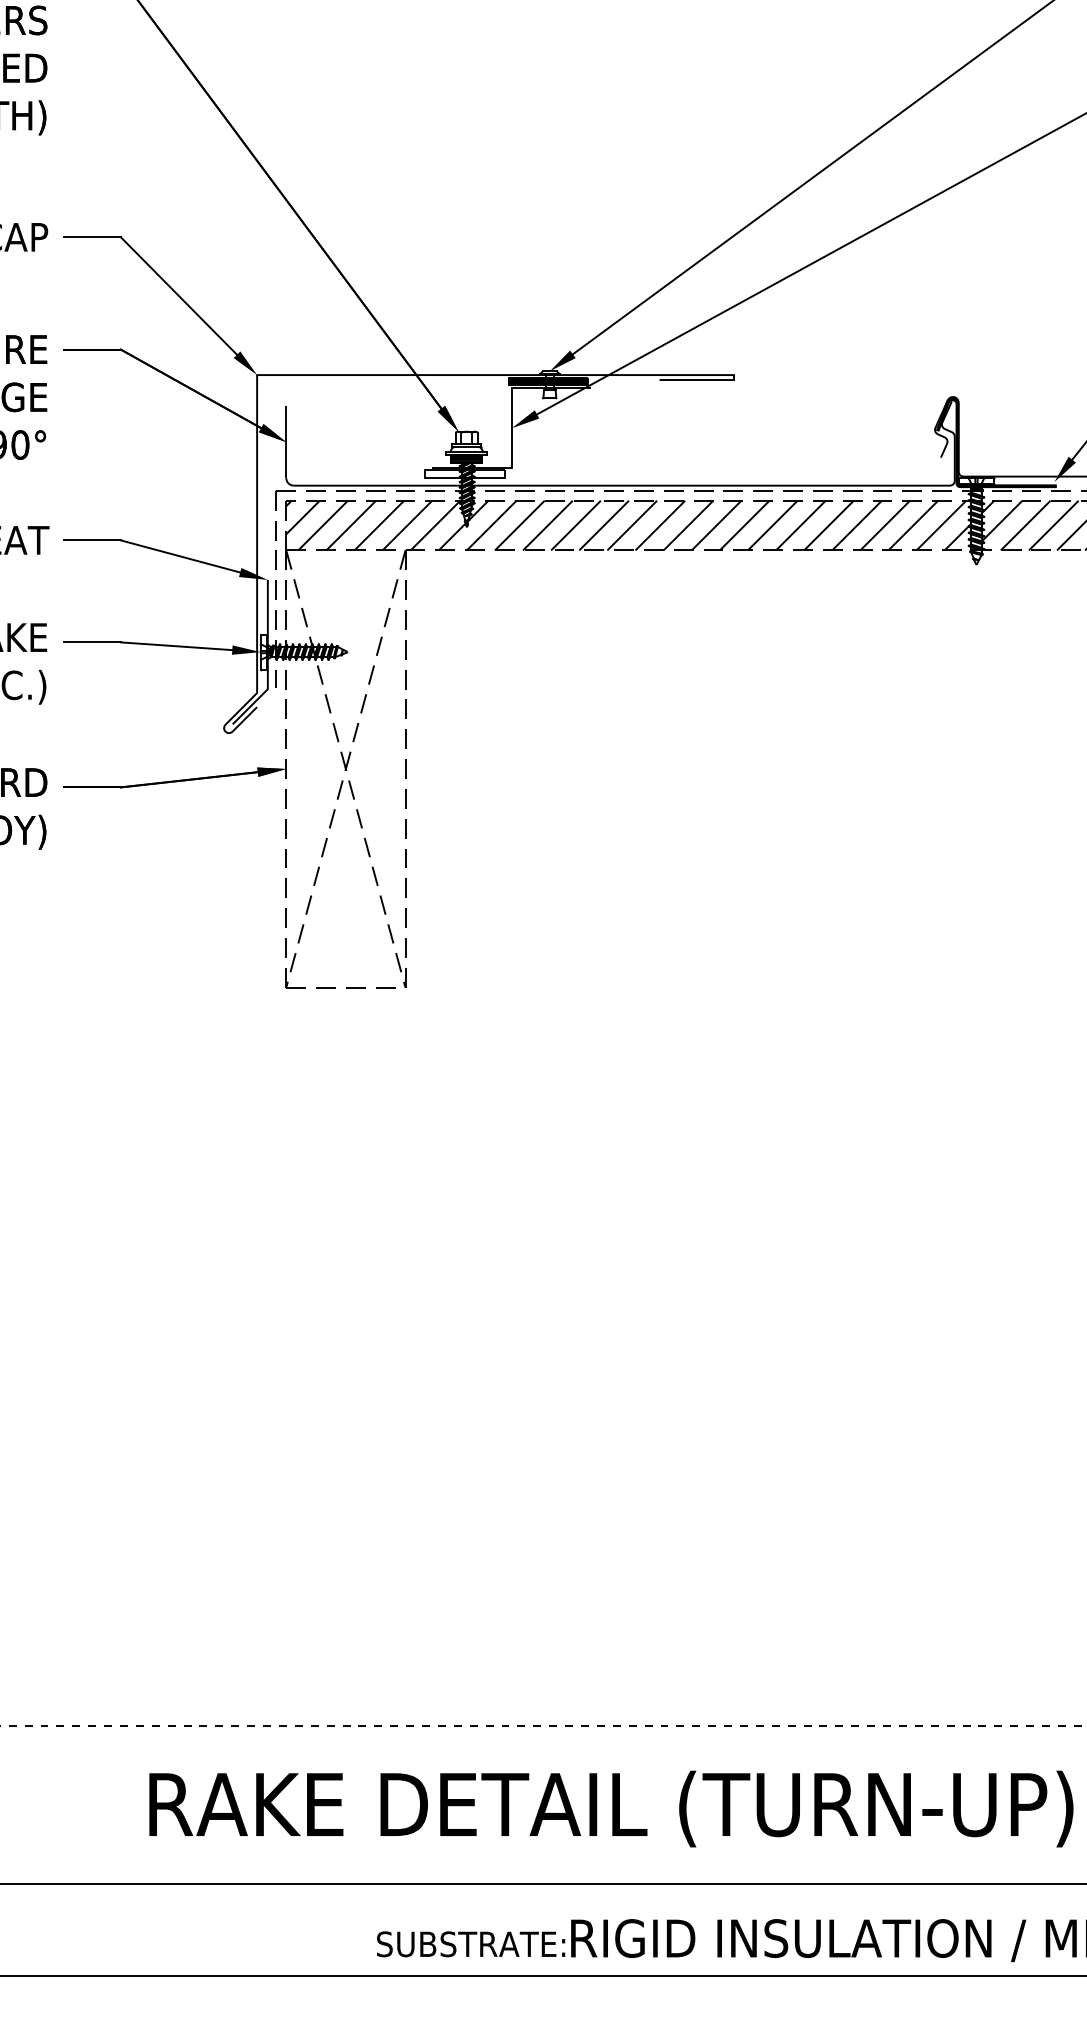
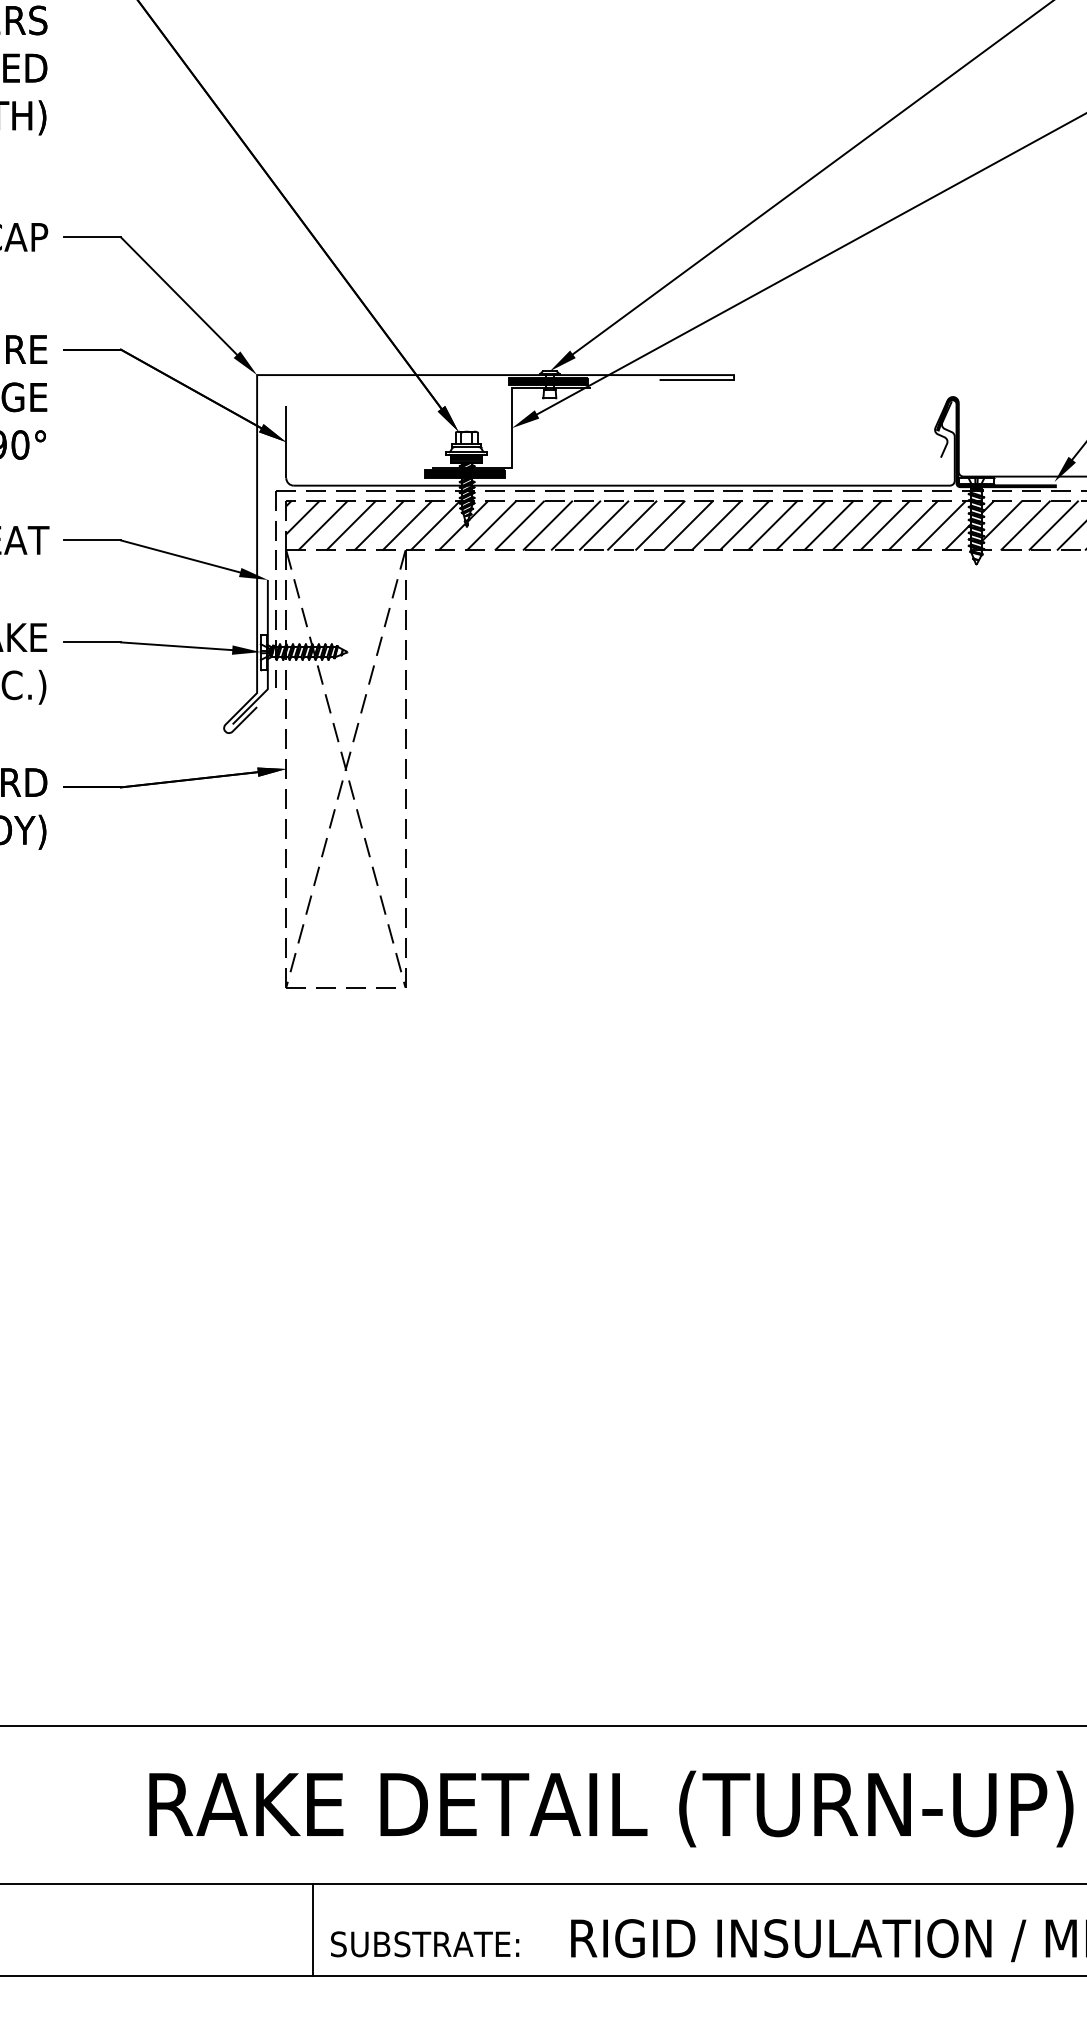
fill at (464, 473): none -> present
line at (543, 1725): dashed -> solid
line at (312, 1929): none -> present
text at (471, 1944) position: (471, 1944) -> (425, 1944)
